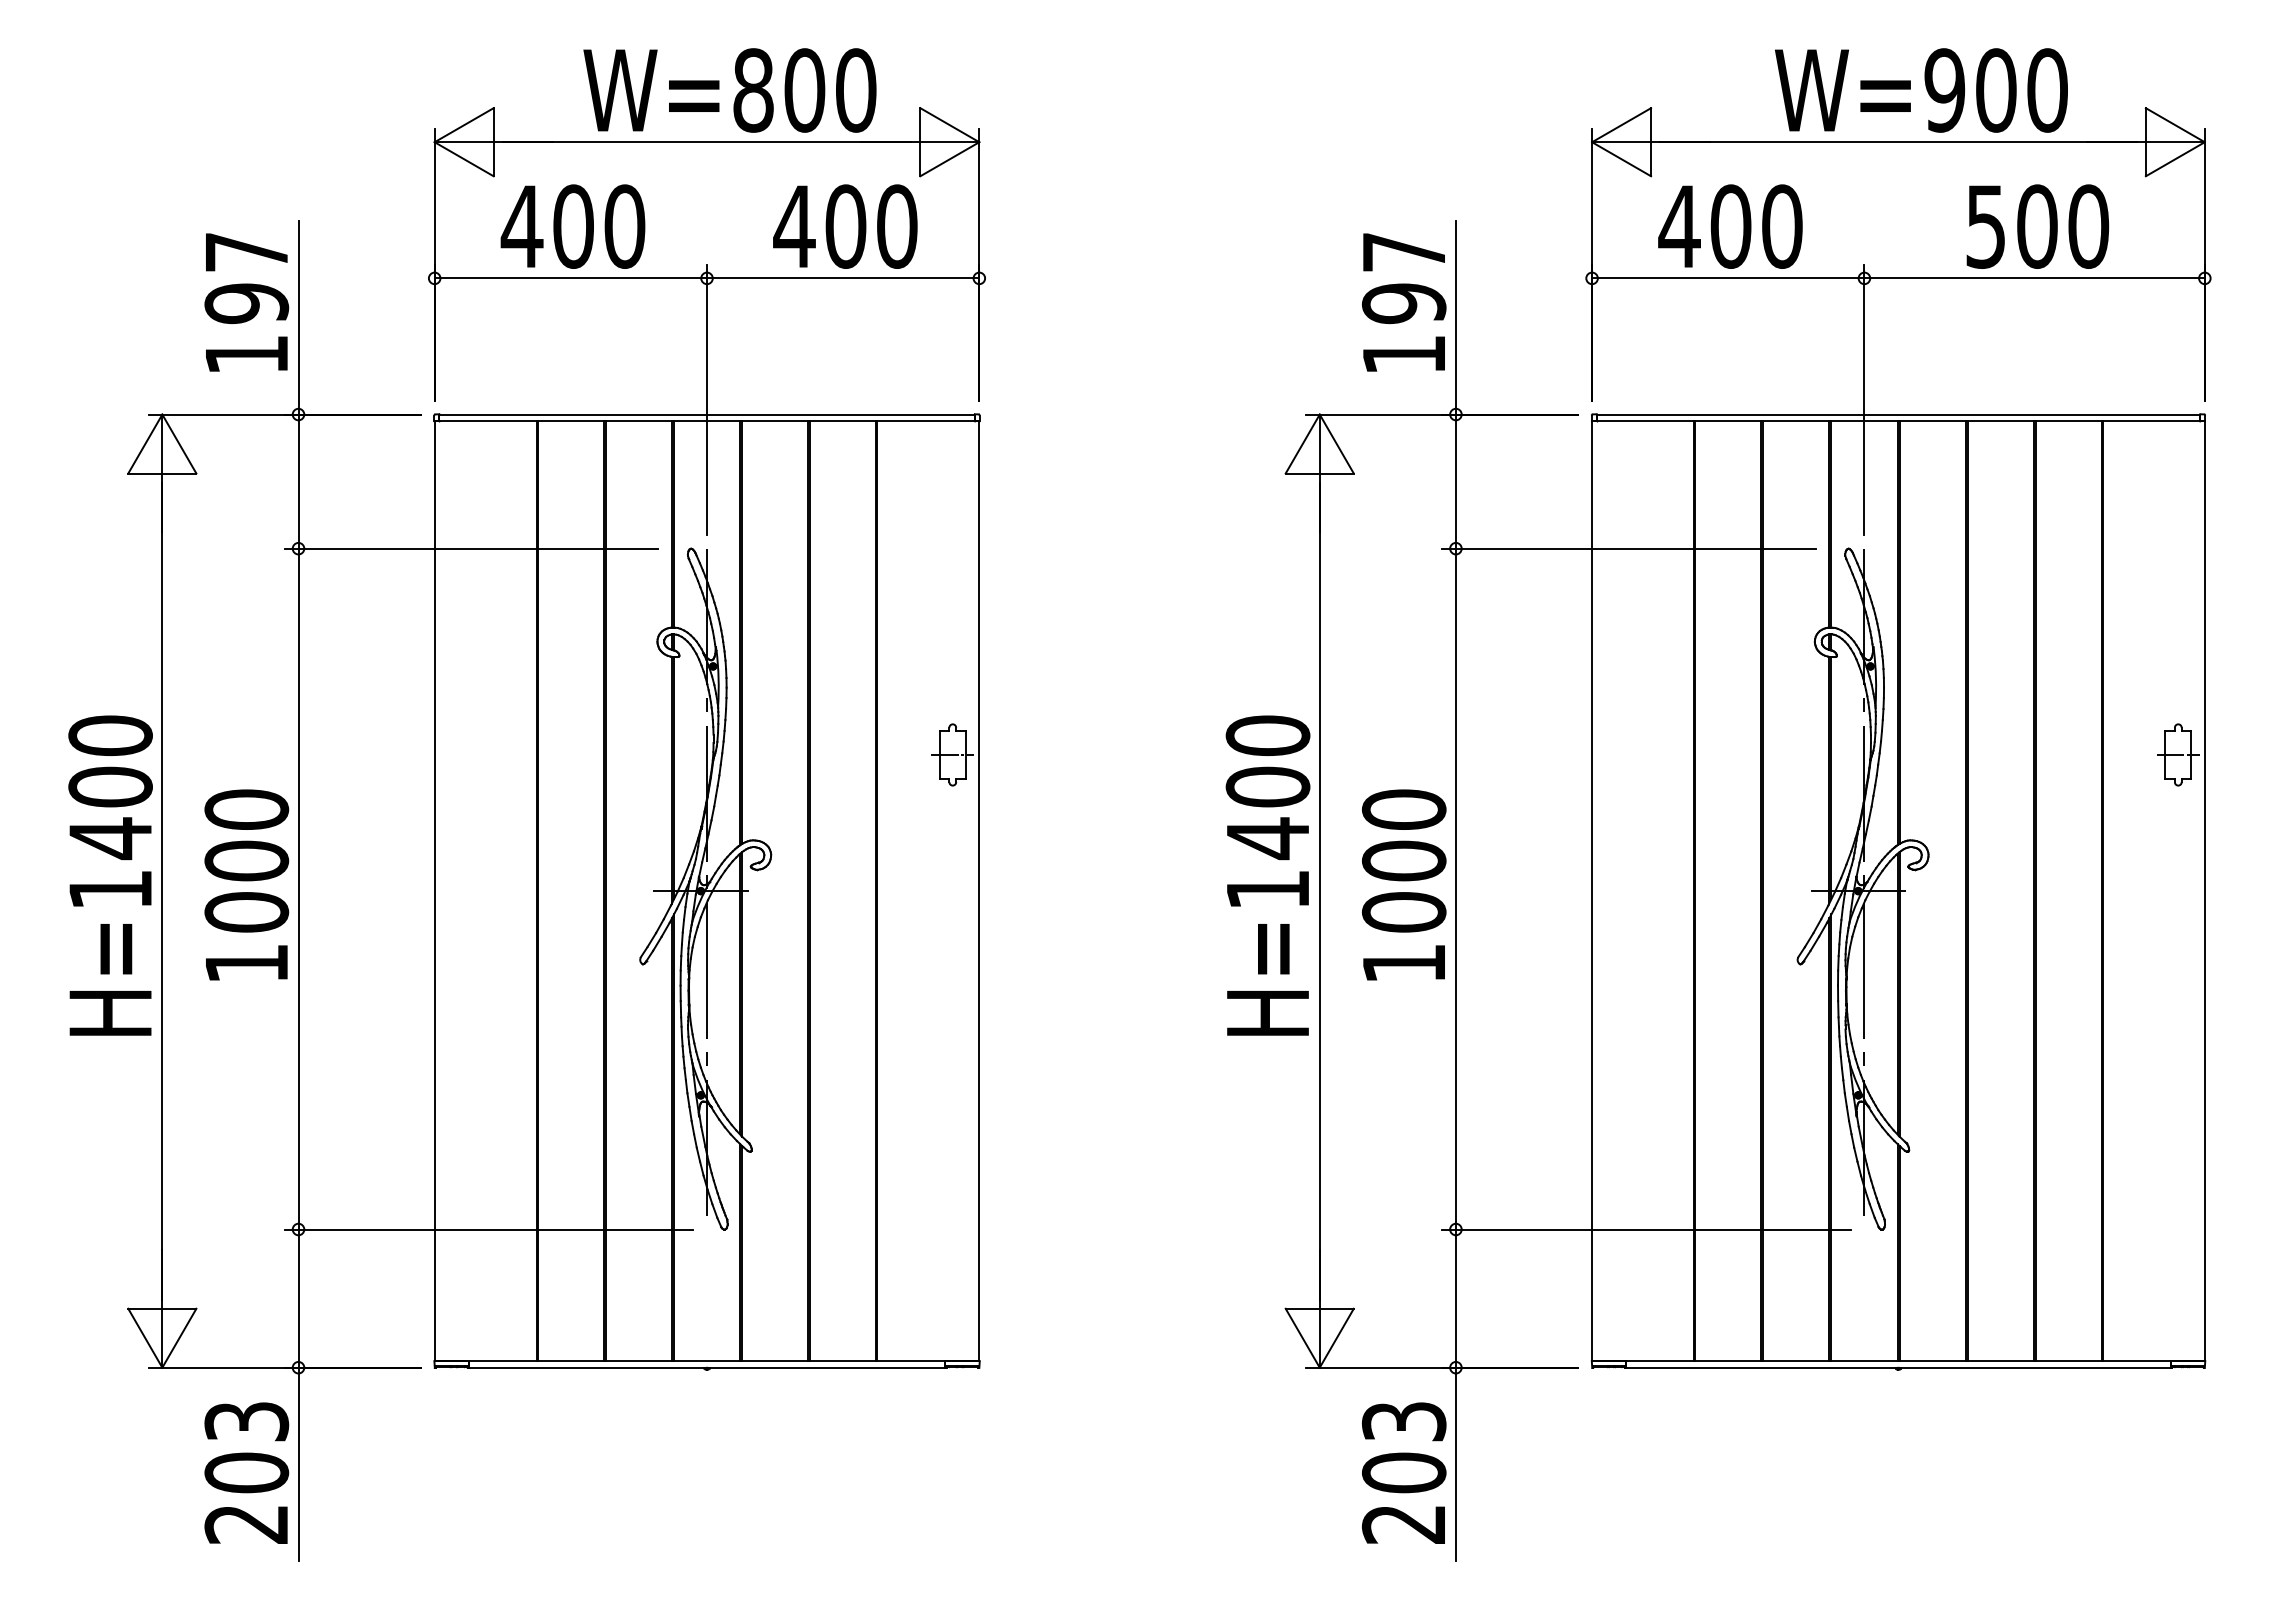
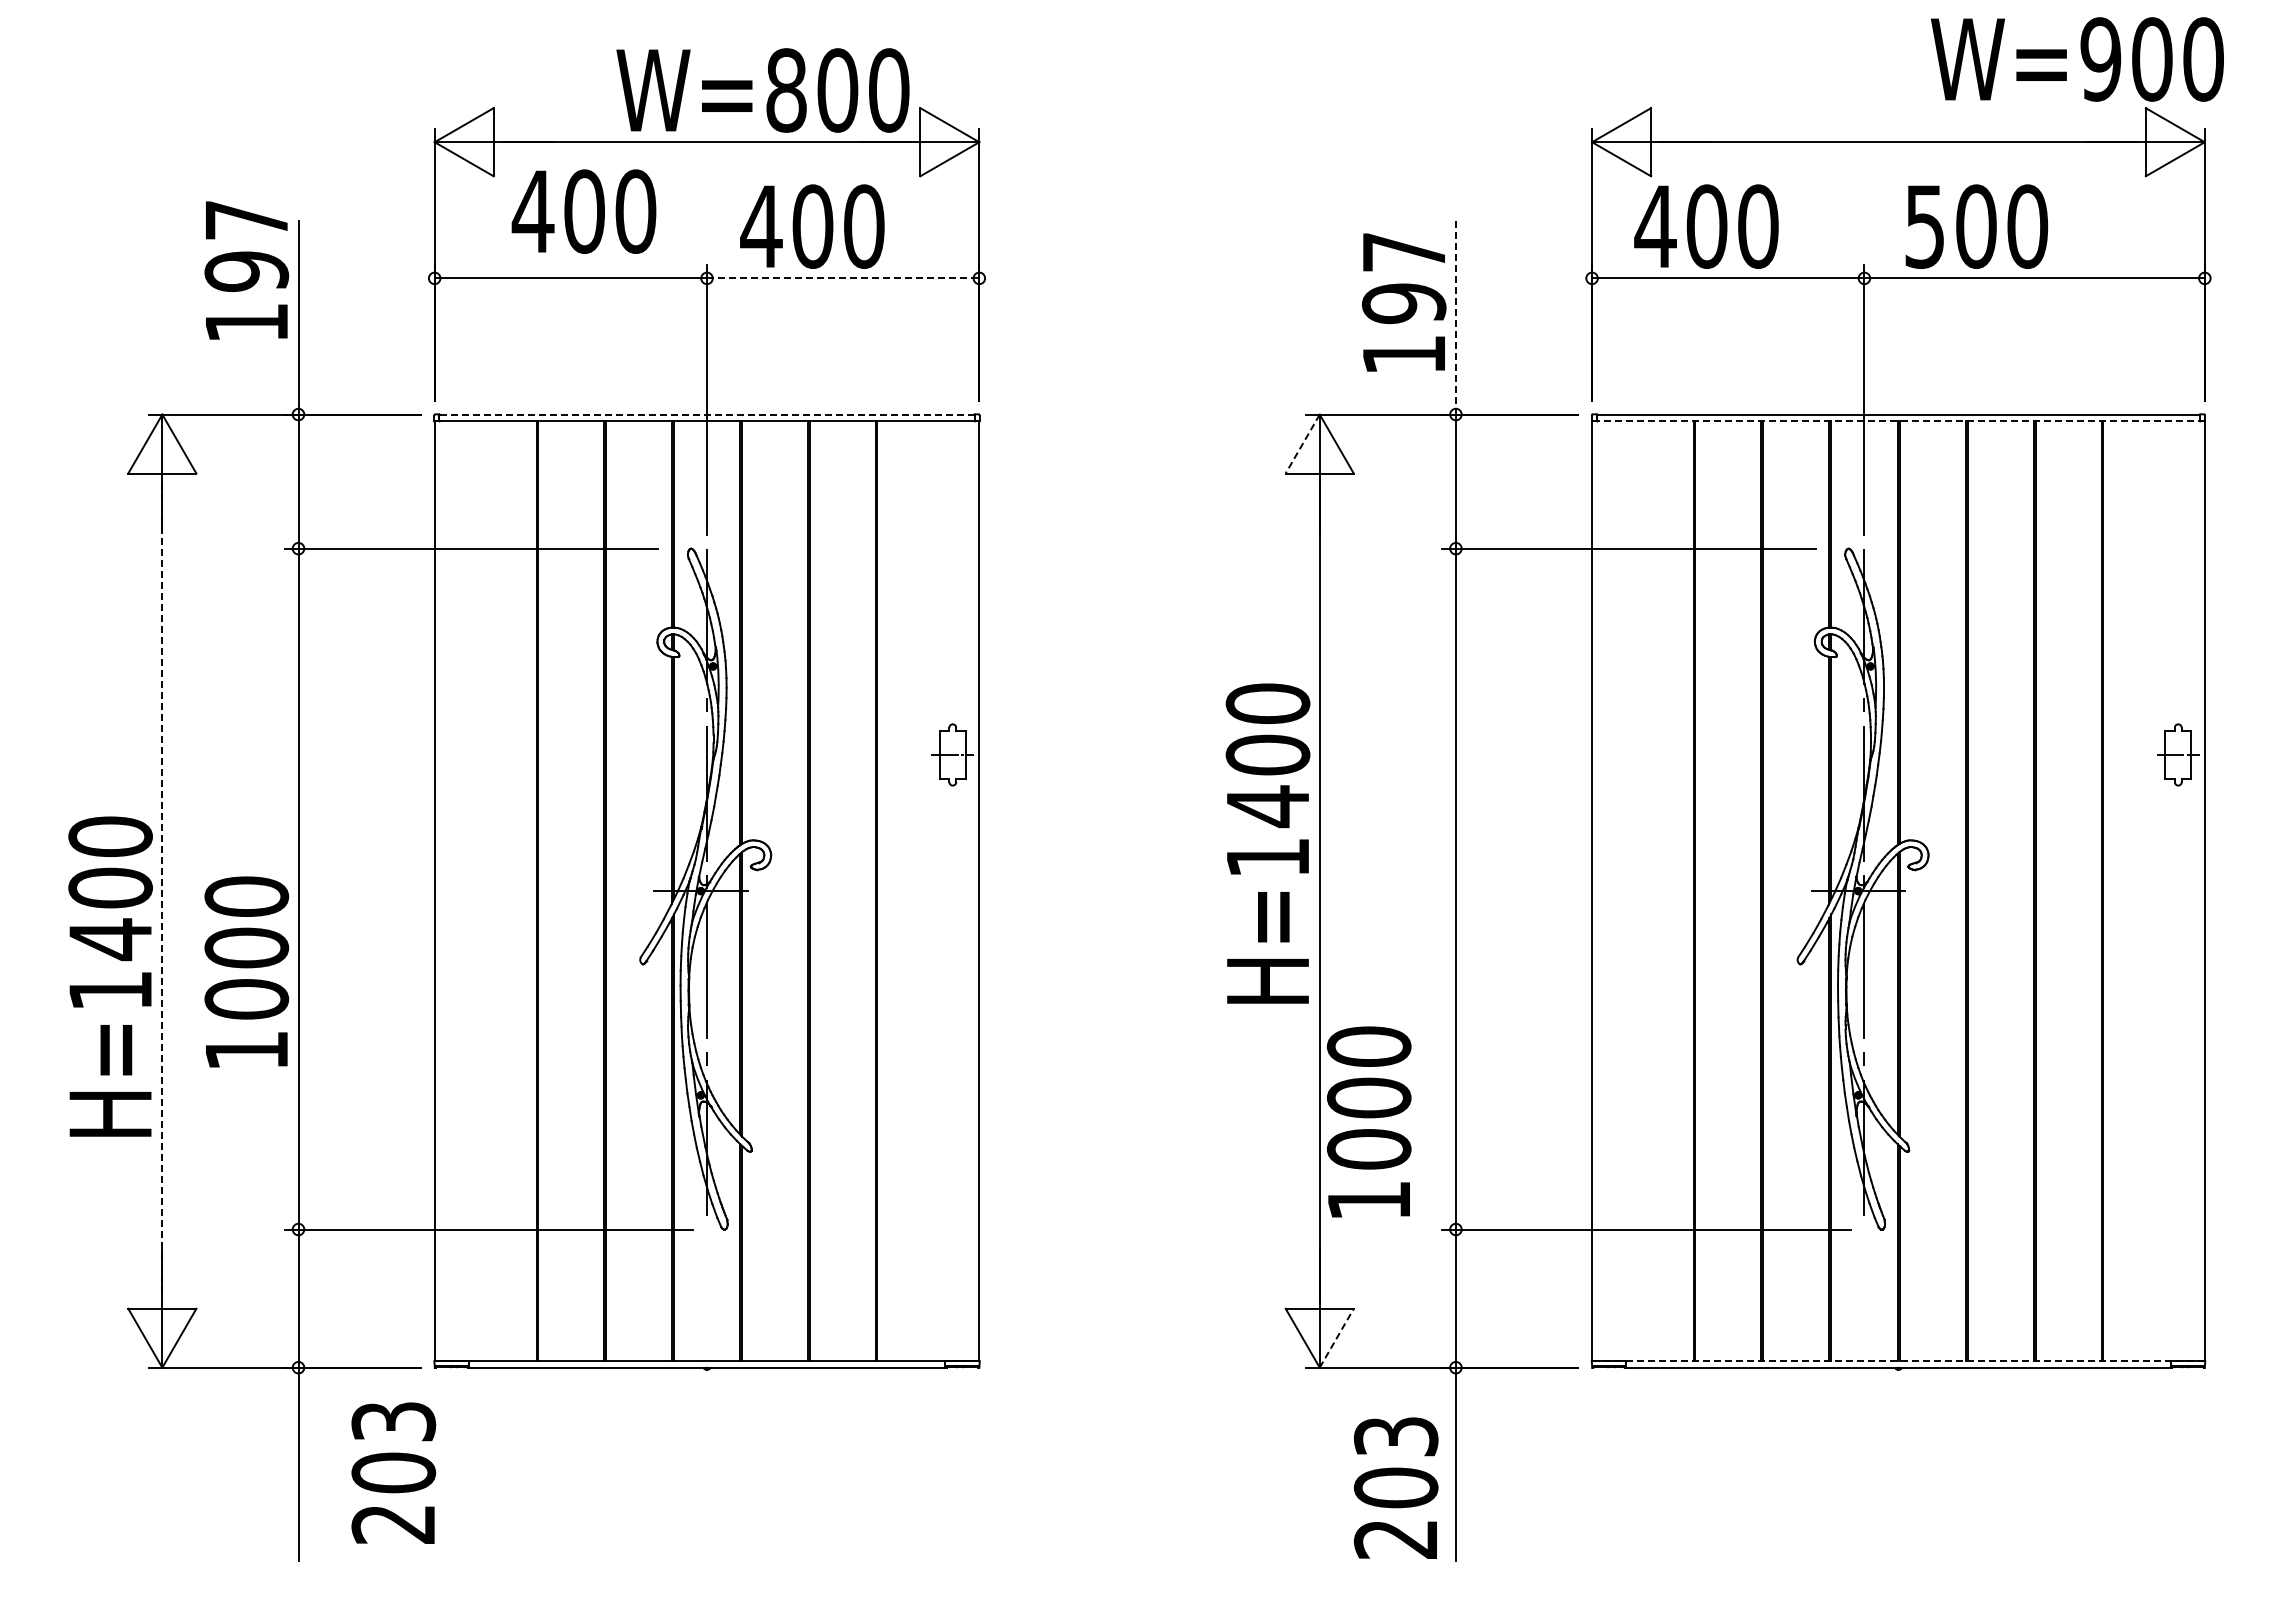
text at (729, 90) position: (729, 90) -> (762, 90)
text at (1921, 90) position: (1921, 90) -> (2077, 59)
text at (572, 226) position: (572, 226) -> (583, 211)
text at (845, 226) position: (845, 226) -> (812, 226)
text at (1730, 226) position: (1730, 226) -> (1706, 226)
text at (2037, 226) position: (2037, 226) -> (1976, 226)
line at (843, 278): solid -> dashed
text at (246, 302) position: (246, 302) -> (246, 270)
line at (1455, 318): solid -> dashed
line at (707, 414): solid -> dashed
line at (1897, 421): solid -> dashed
line at (1302, 444): solid -> dashed
text at (110, 875) position: (110, 875) -> (110, 976)
text at (1267, 875) position: (1267, 875) -> (1267, 843)
text at (246, 884) position: (246, 884) -> (246, 971)
text at (1404, 884) position: (1404, 884) -> (1369, 1121)
line at (162, 891): solid -> dashed
line at (1337, 1337): solid -> dashed
line at (1897, 1360): solid -> dashed
text at (246, 1472) position: (246, 1472) -> (393, 1472)
text at (1404, 1472) position: (1404, 1472) -> (1396, 1487)
